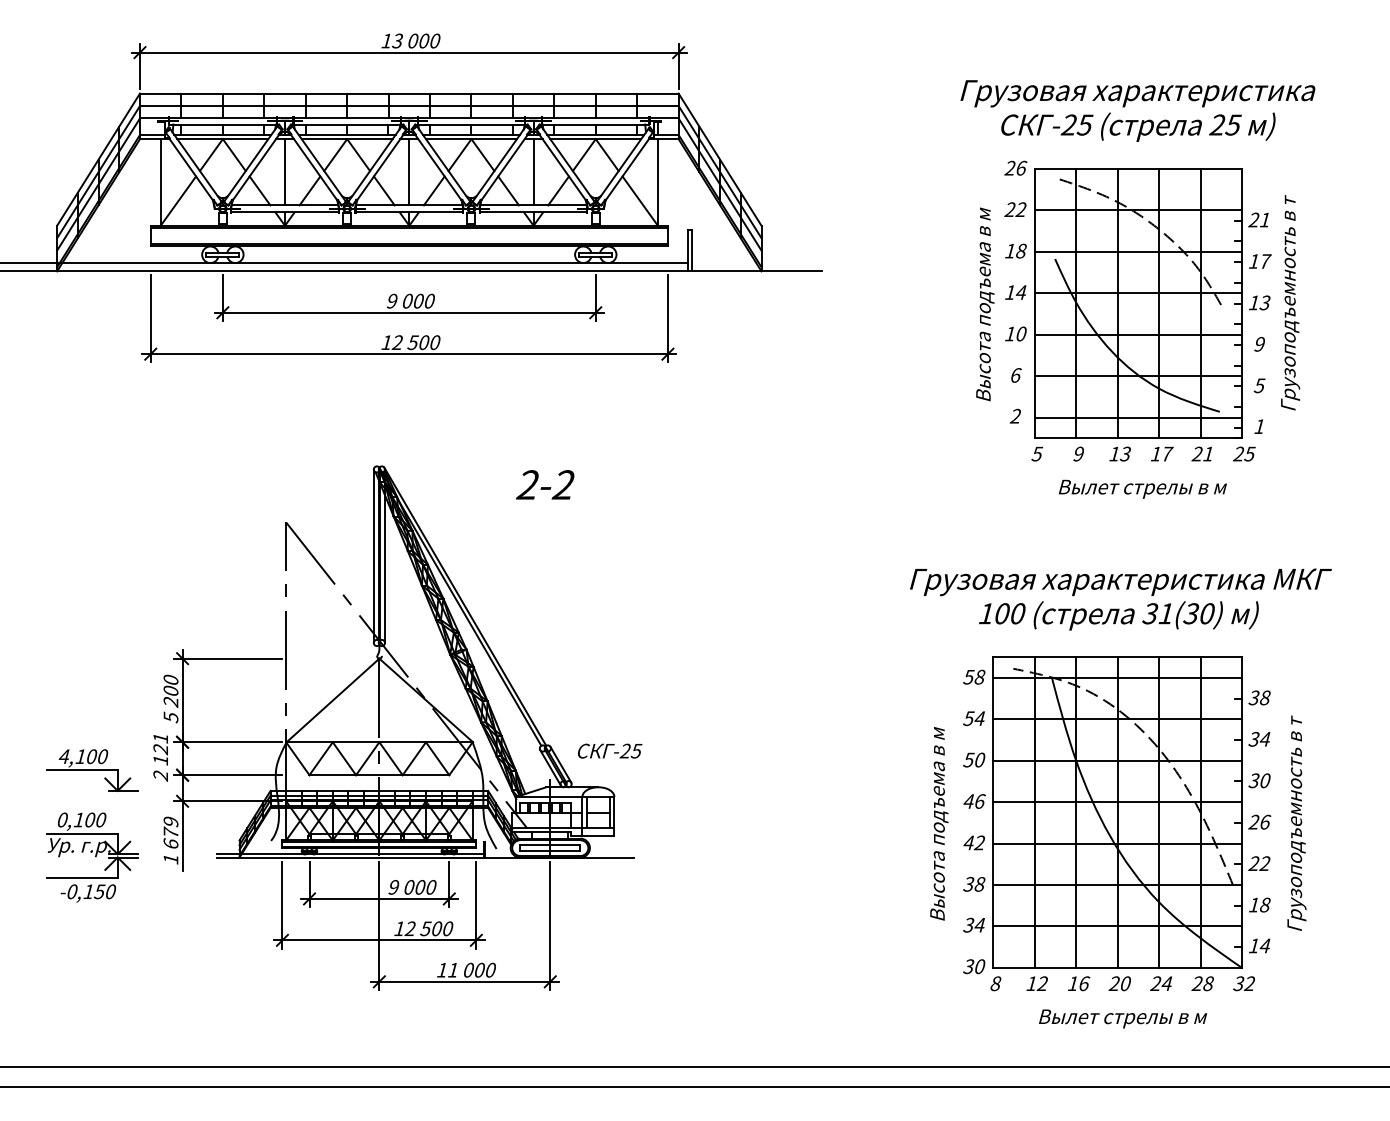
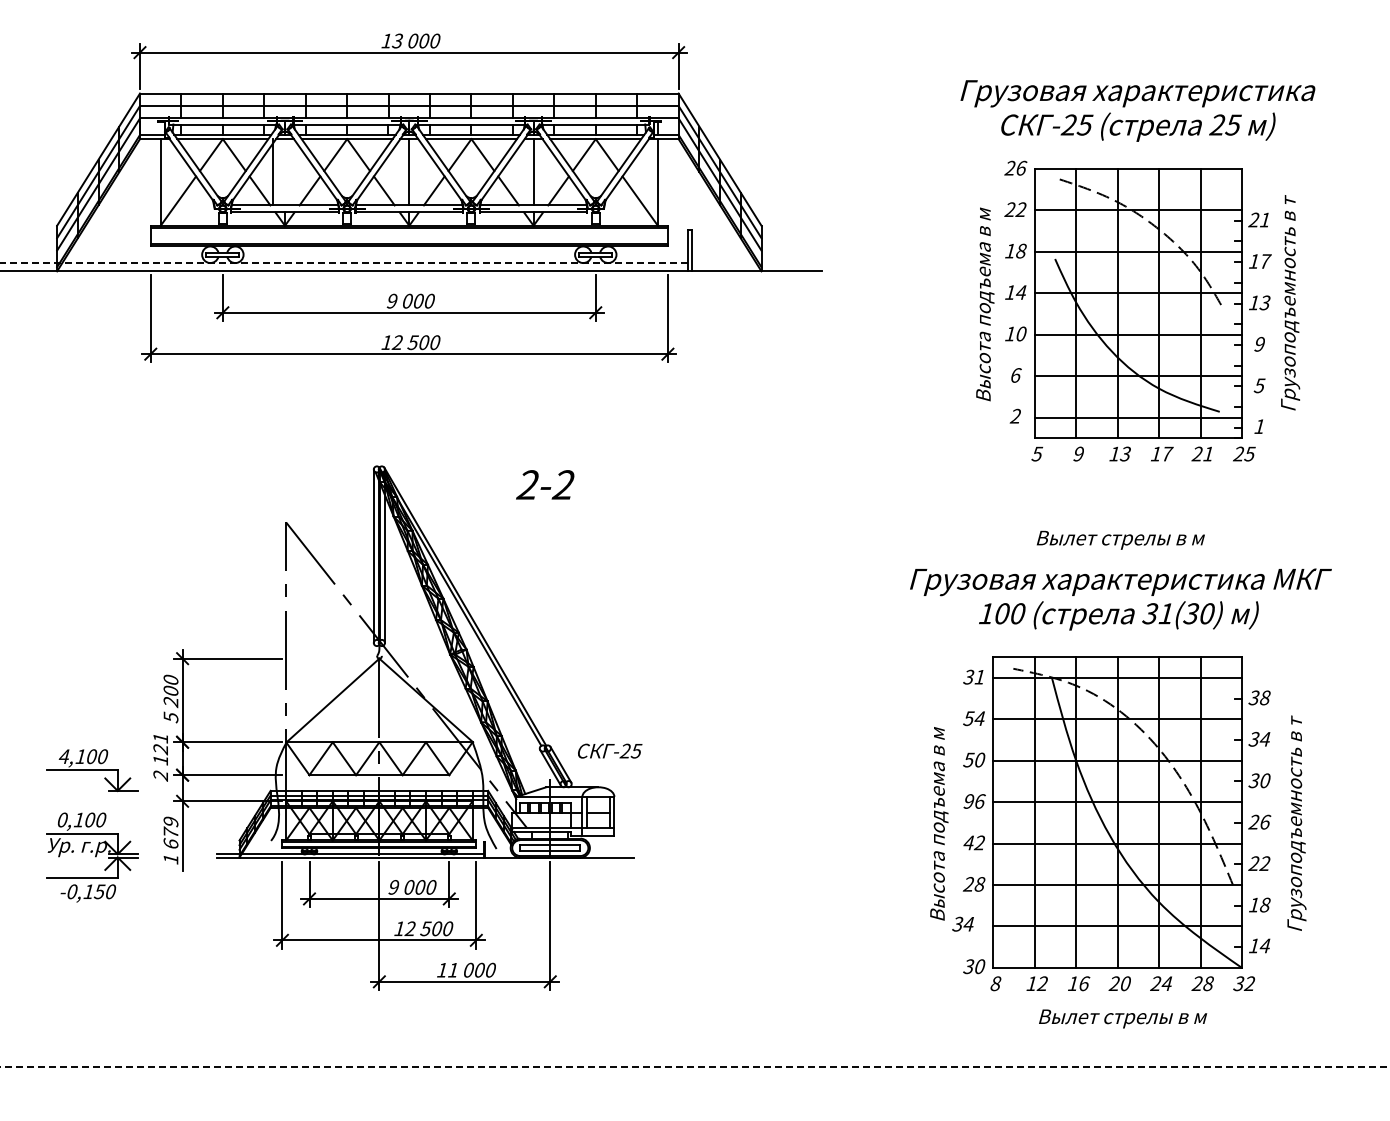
line at (285, 172) position: (285, 172) -> (273, 172)
line at (343, 263): solid -> dashed
text at (1142, 488) position: (1142, 488) -> (1120, 539)
text at (975, 676): 58 -> 31
text at (968, 801): 46 -> 96
text at (968, 884): 38 -> 28
text at (973, 924) position: (973, 924) -> (962, 923)
line at (695, 1066): solid -> dashed
line at (694, 1087): present -> none
